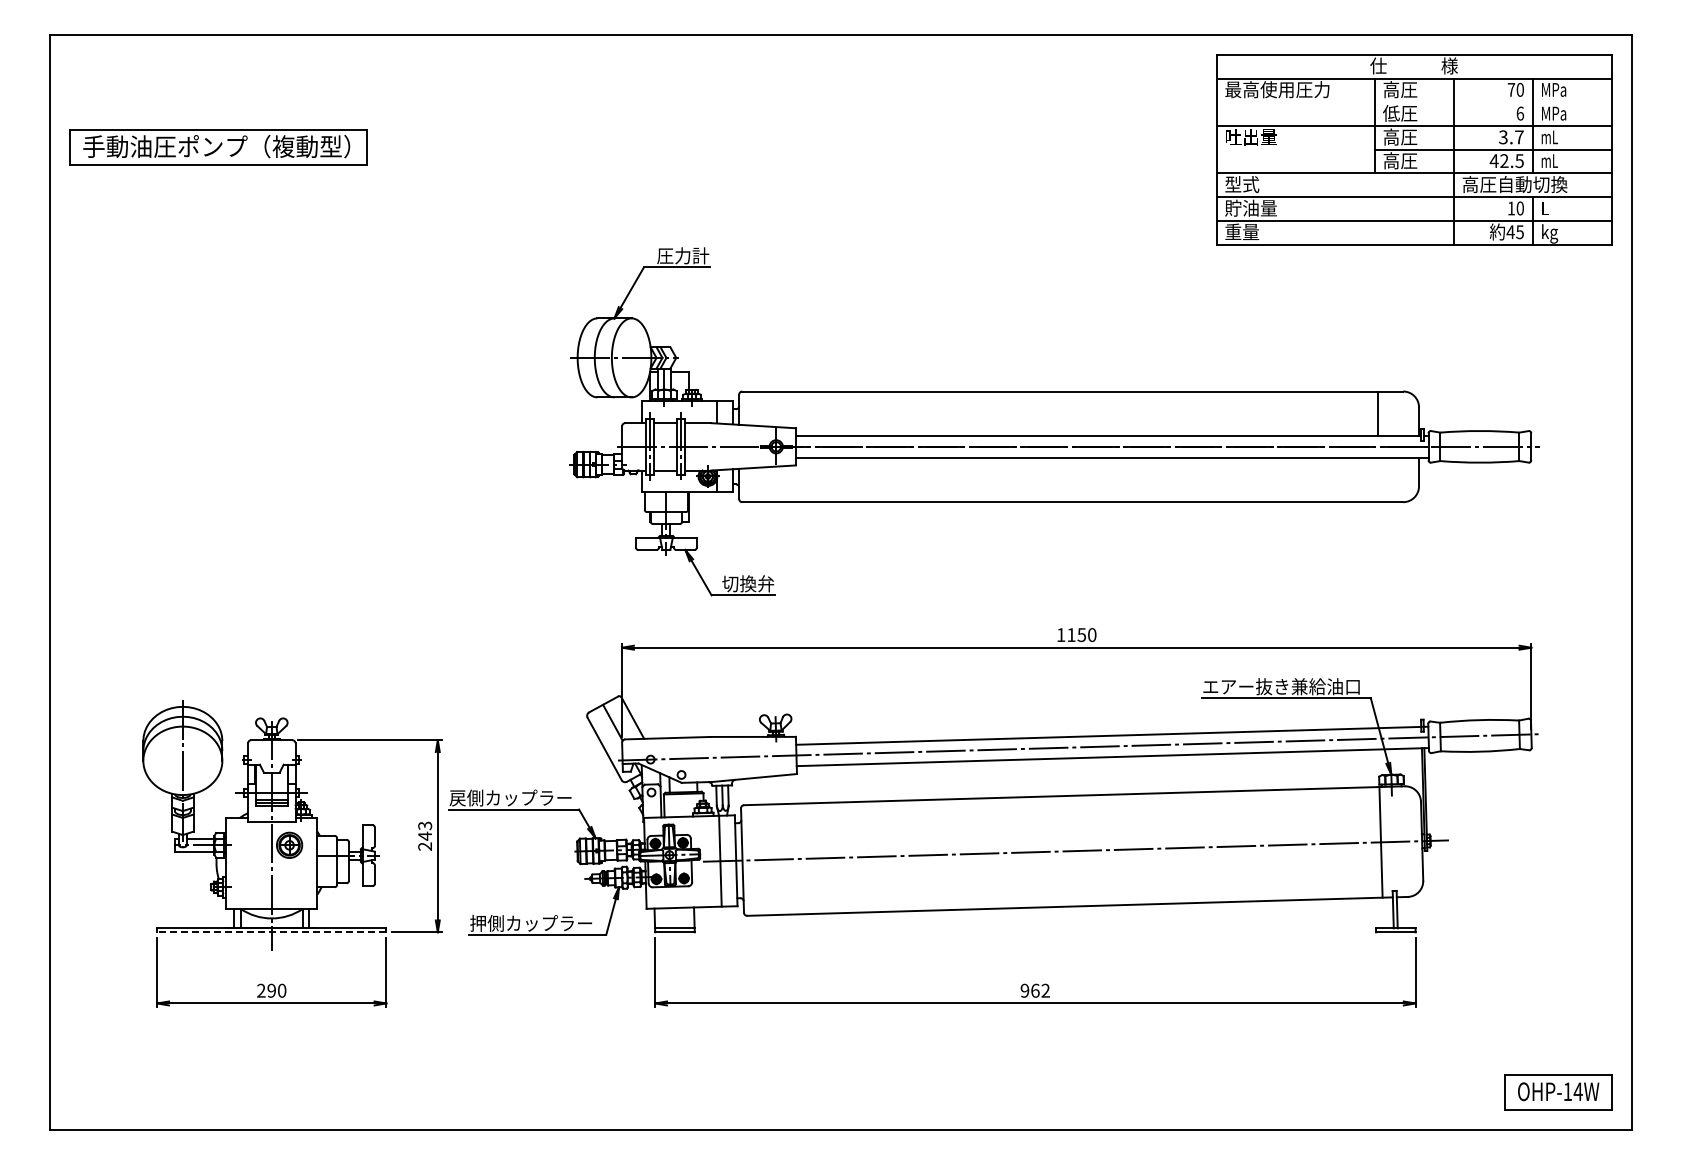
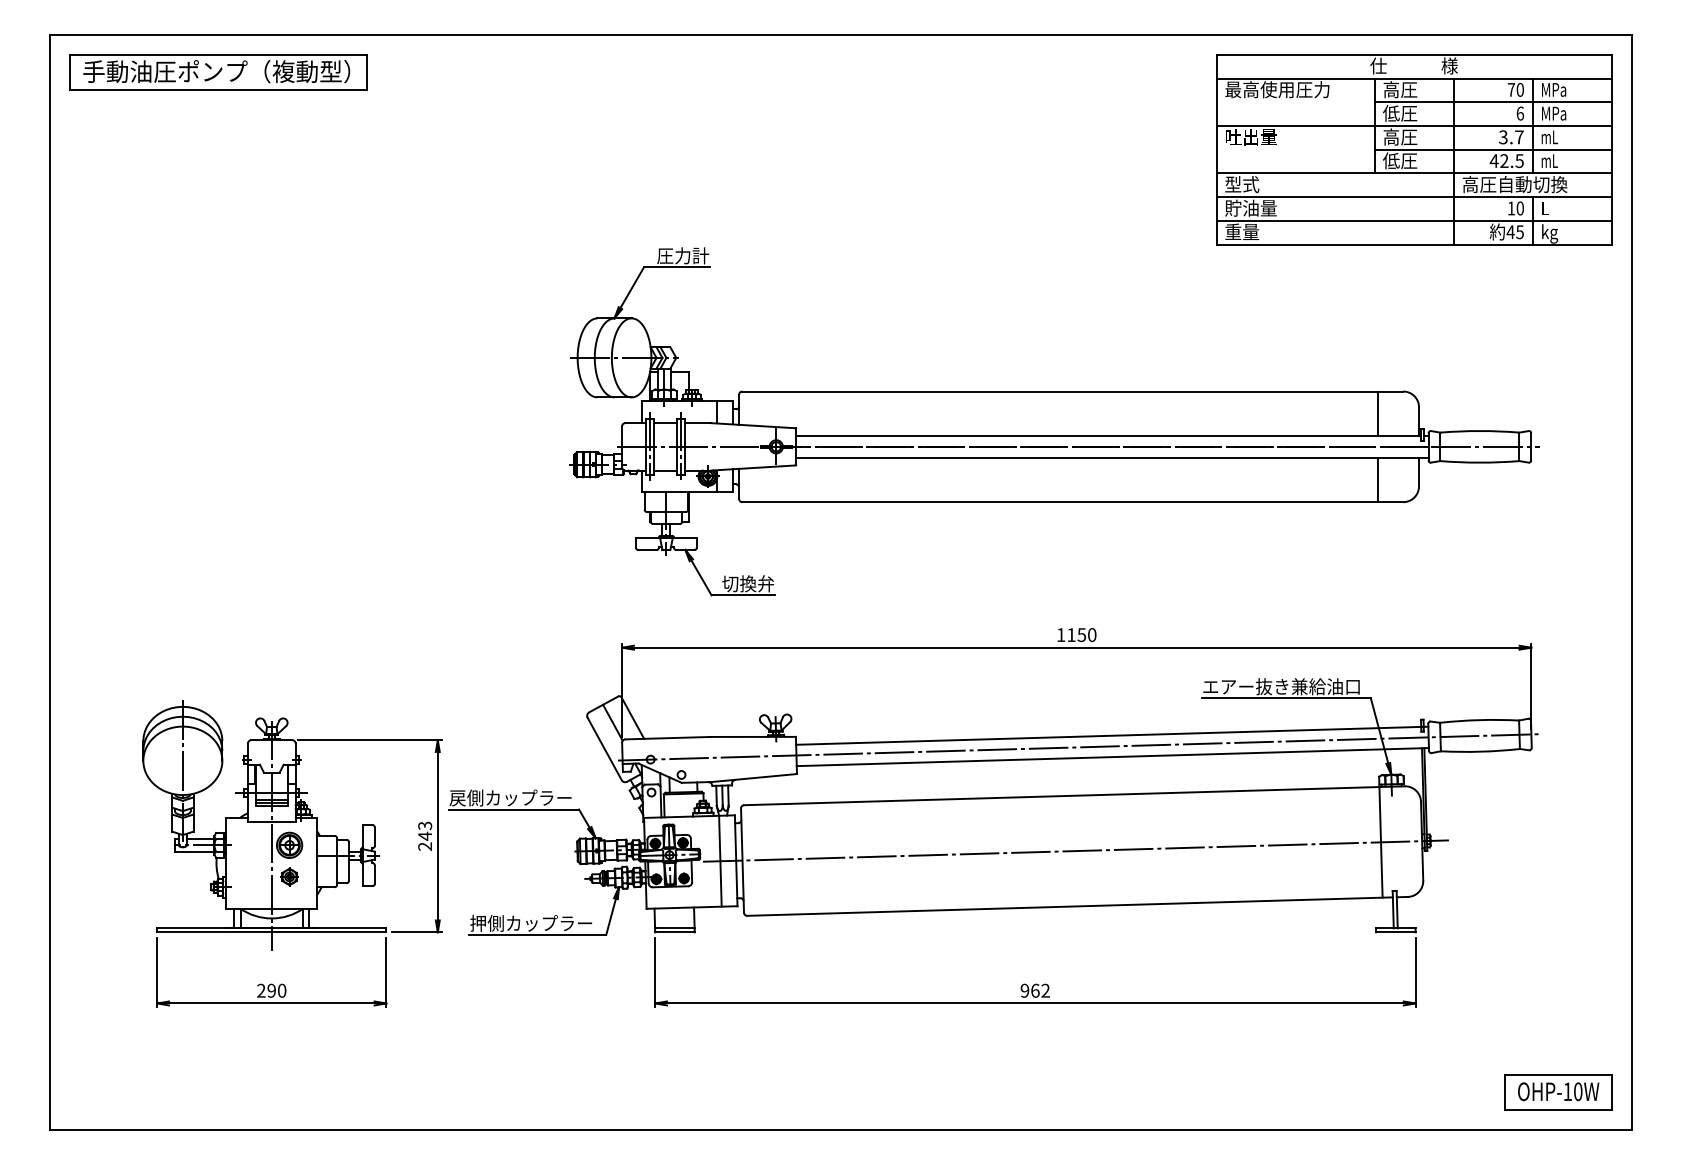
line at (1492, 102): none -> present
part at (218, 147) position: (218, 147) -> (218, 72)
text at (1391, 160): 高圧 -> 低圧
line at (1377, 479): none -> present
part at (289, 876): none -> present
line at (271, 932): dashed -> solid
text at (1577, 1091): OHP-14W -> OHP-10W
